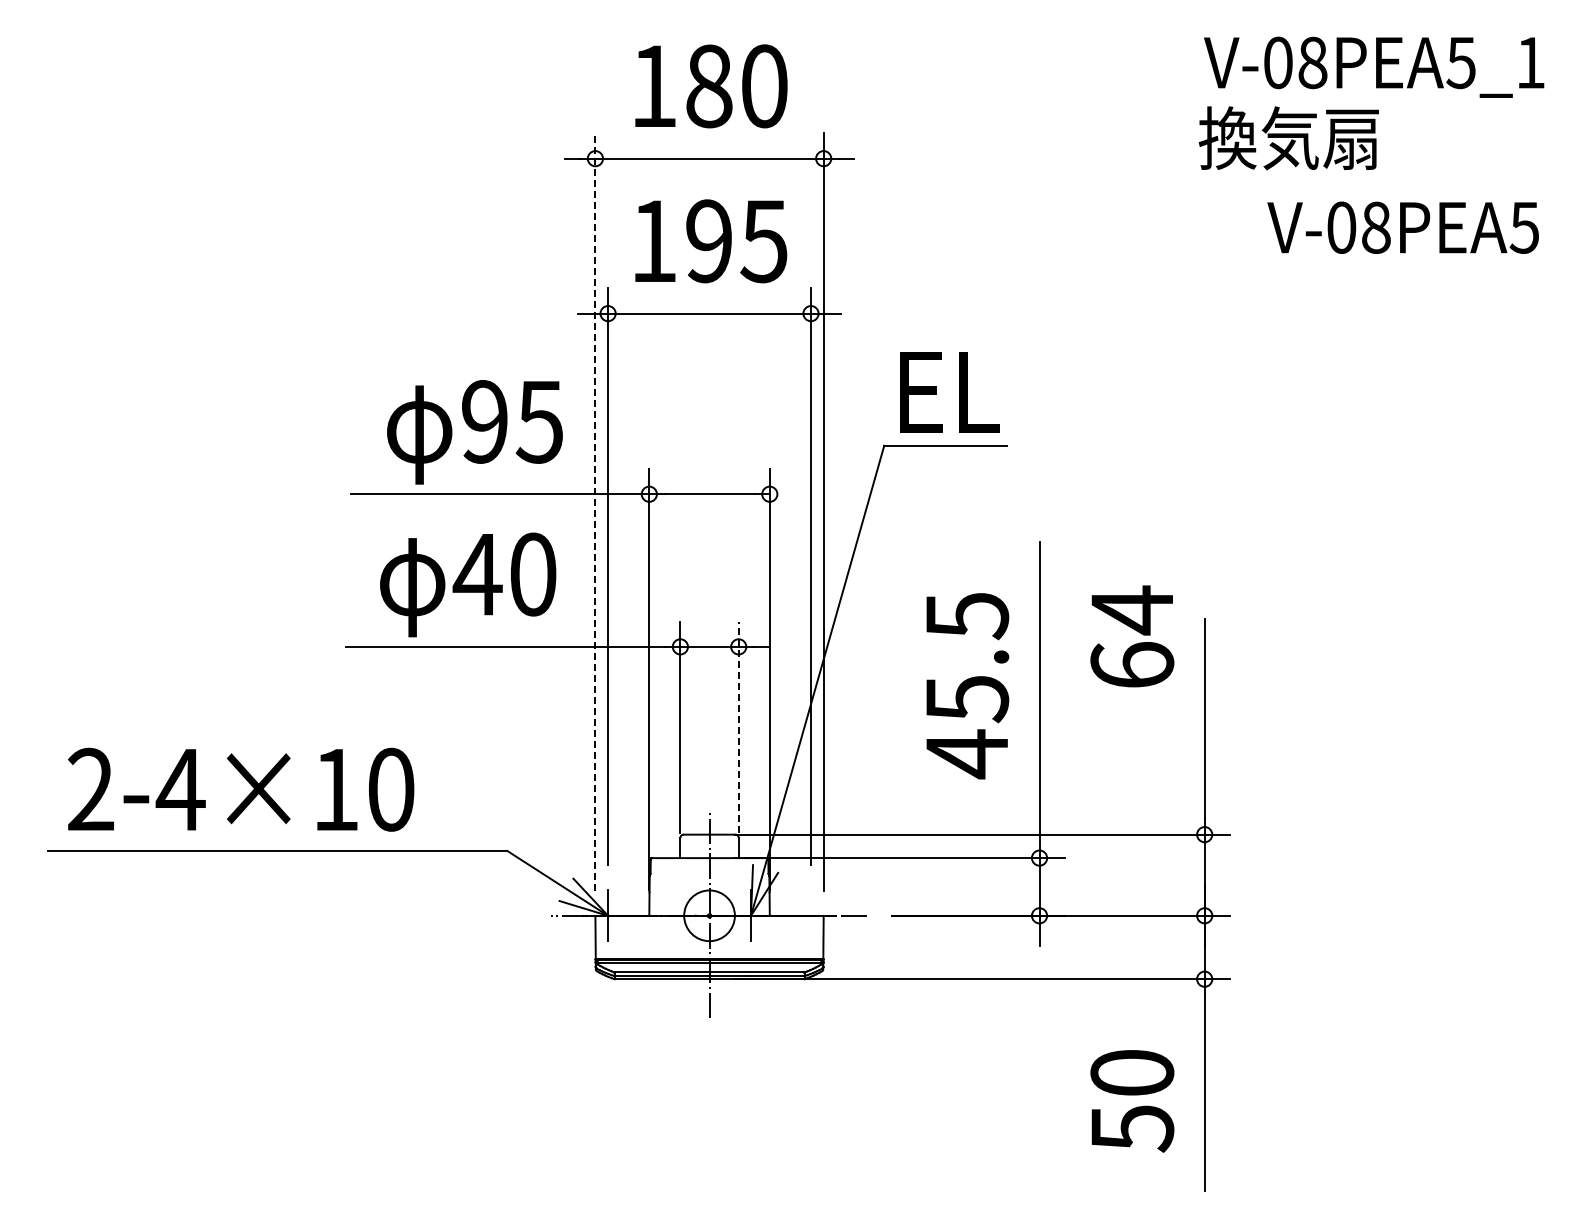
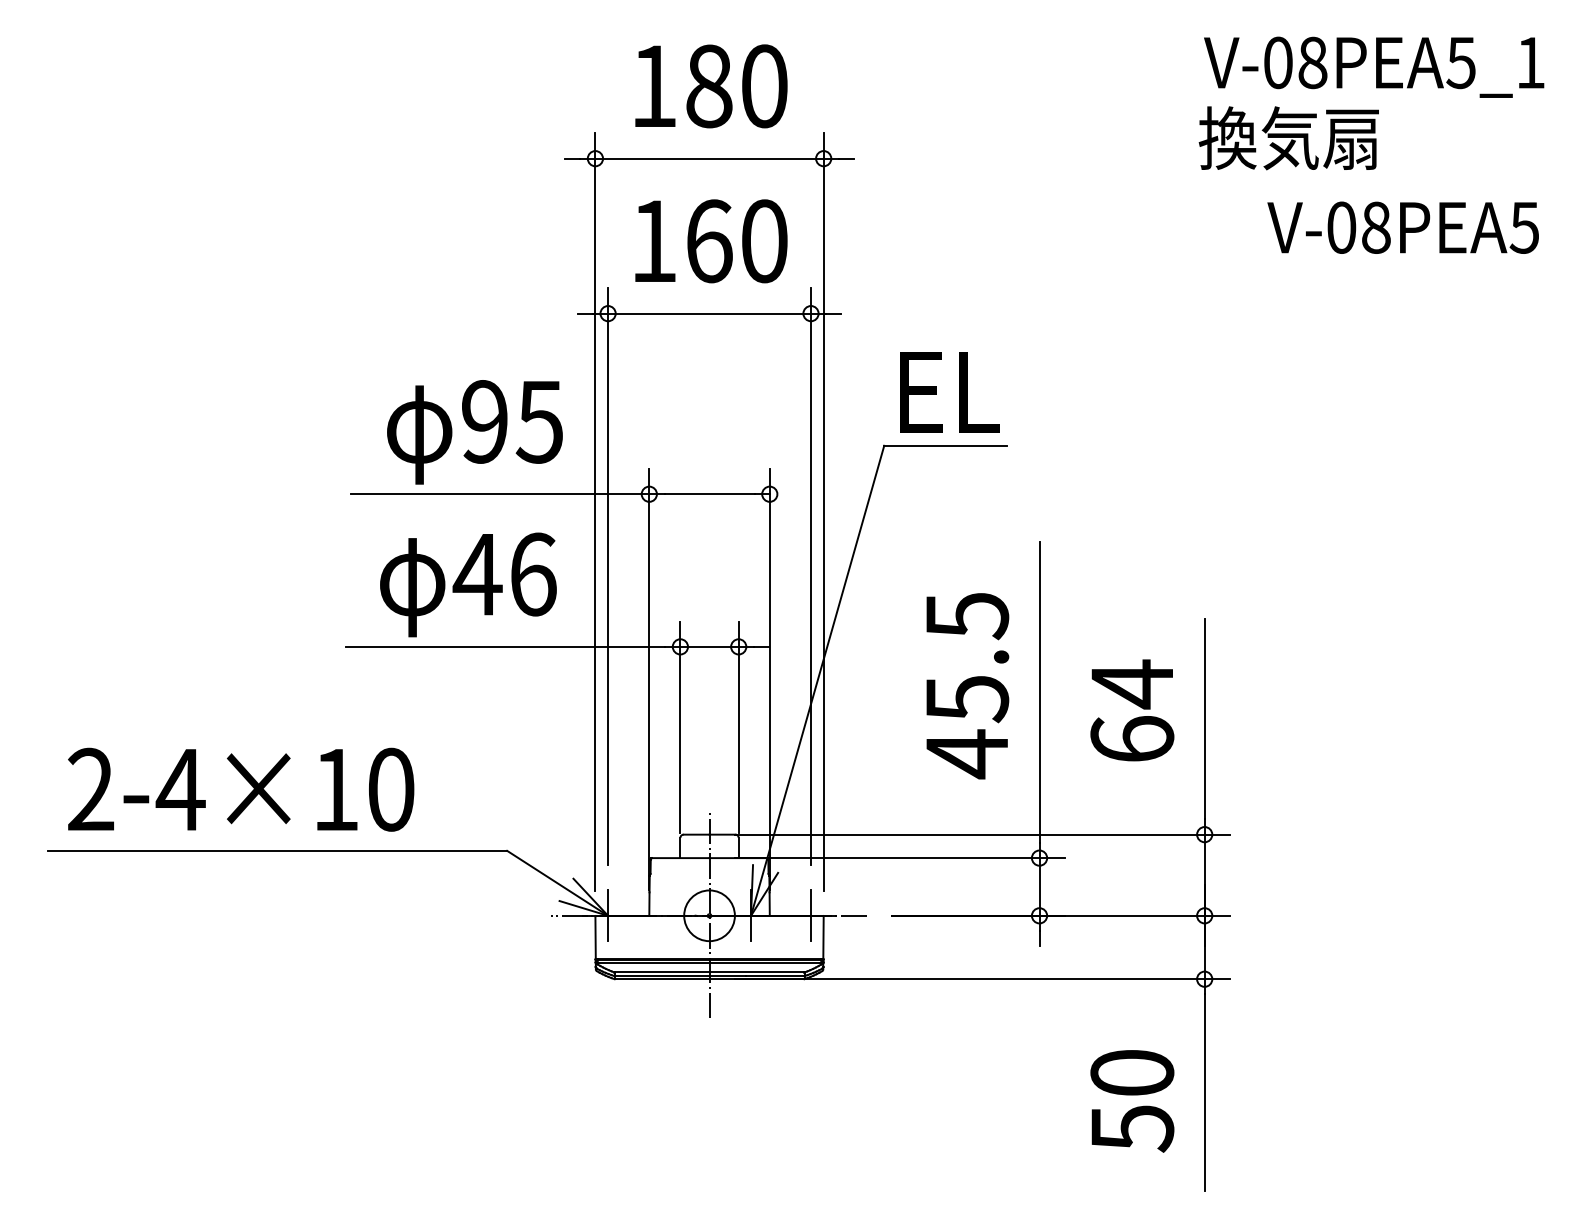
text at (736, 241): 195 -> 160
line at (595, 512): dashed -> solid
text at (533, 574): 40 -> 46
text at (1132, 636) position: (1132, 636) -> (1132, 710)
line at (738, 727): dashed -> solid
line at (811, 915): none -> present
